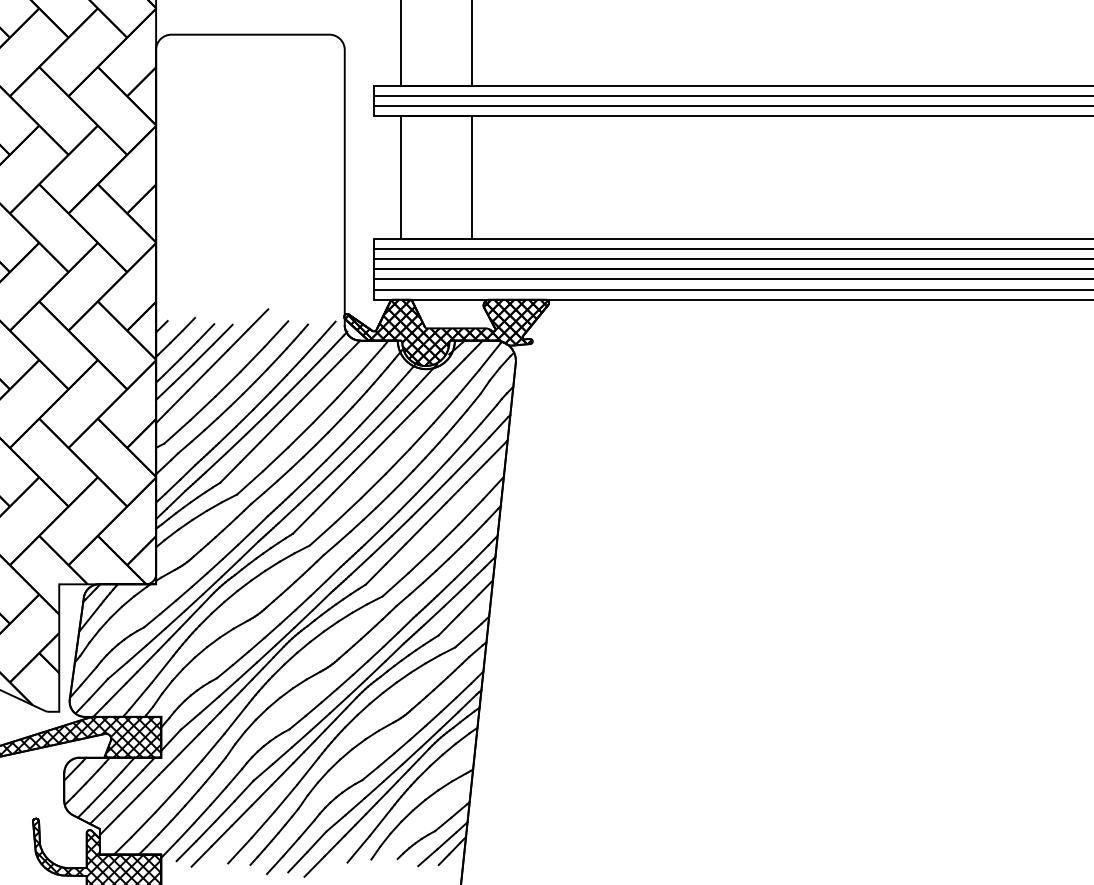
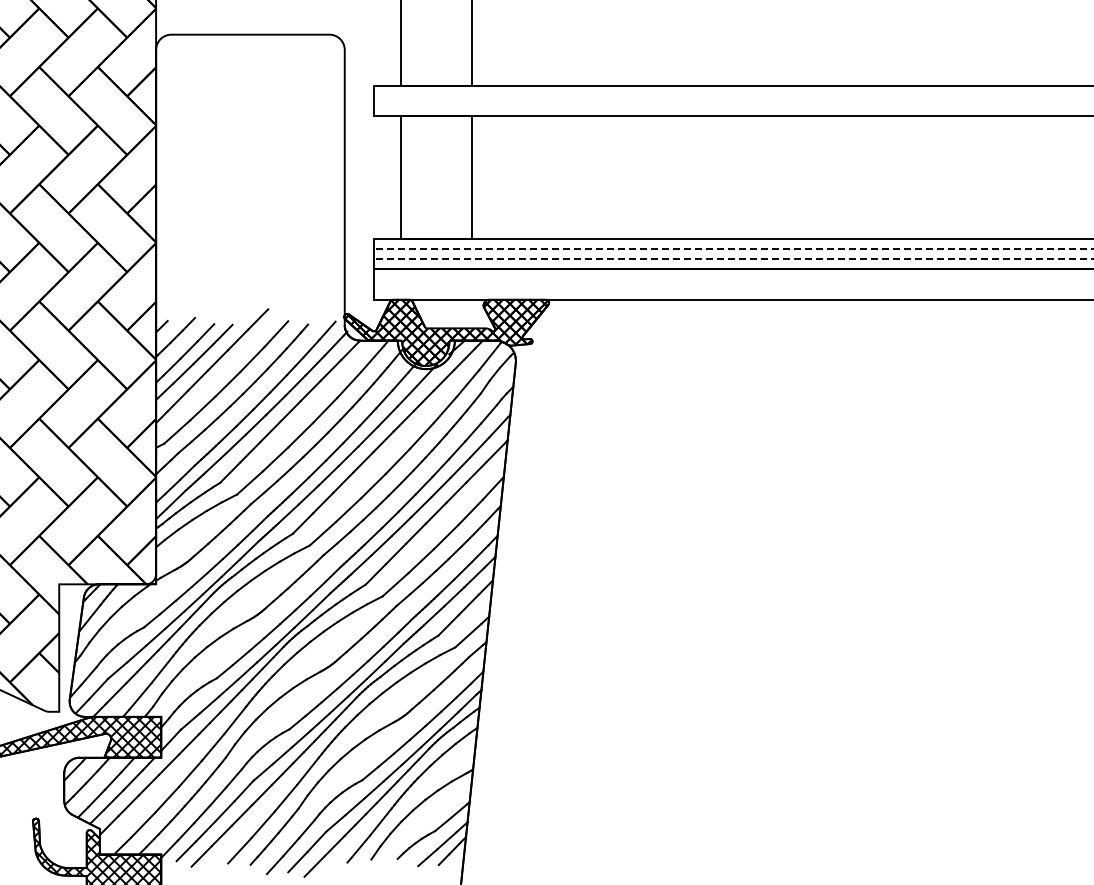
line at (732, 95): present -> none
line at (732, 106): present -> none
line at (733, 248): solid -> dashed
line at (733, 259): solid -> dashed
line at (732, 279): present -> none
line at (732, 289): present -> none
